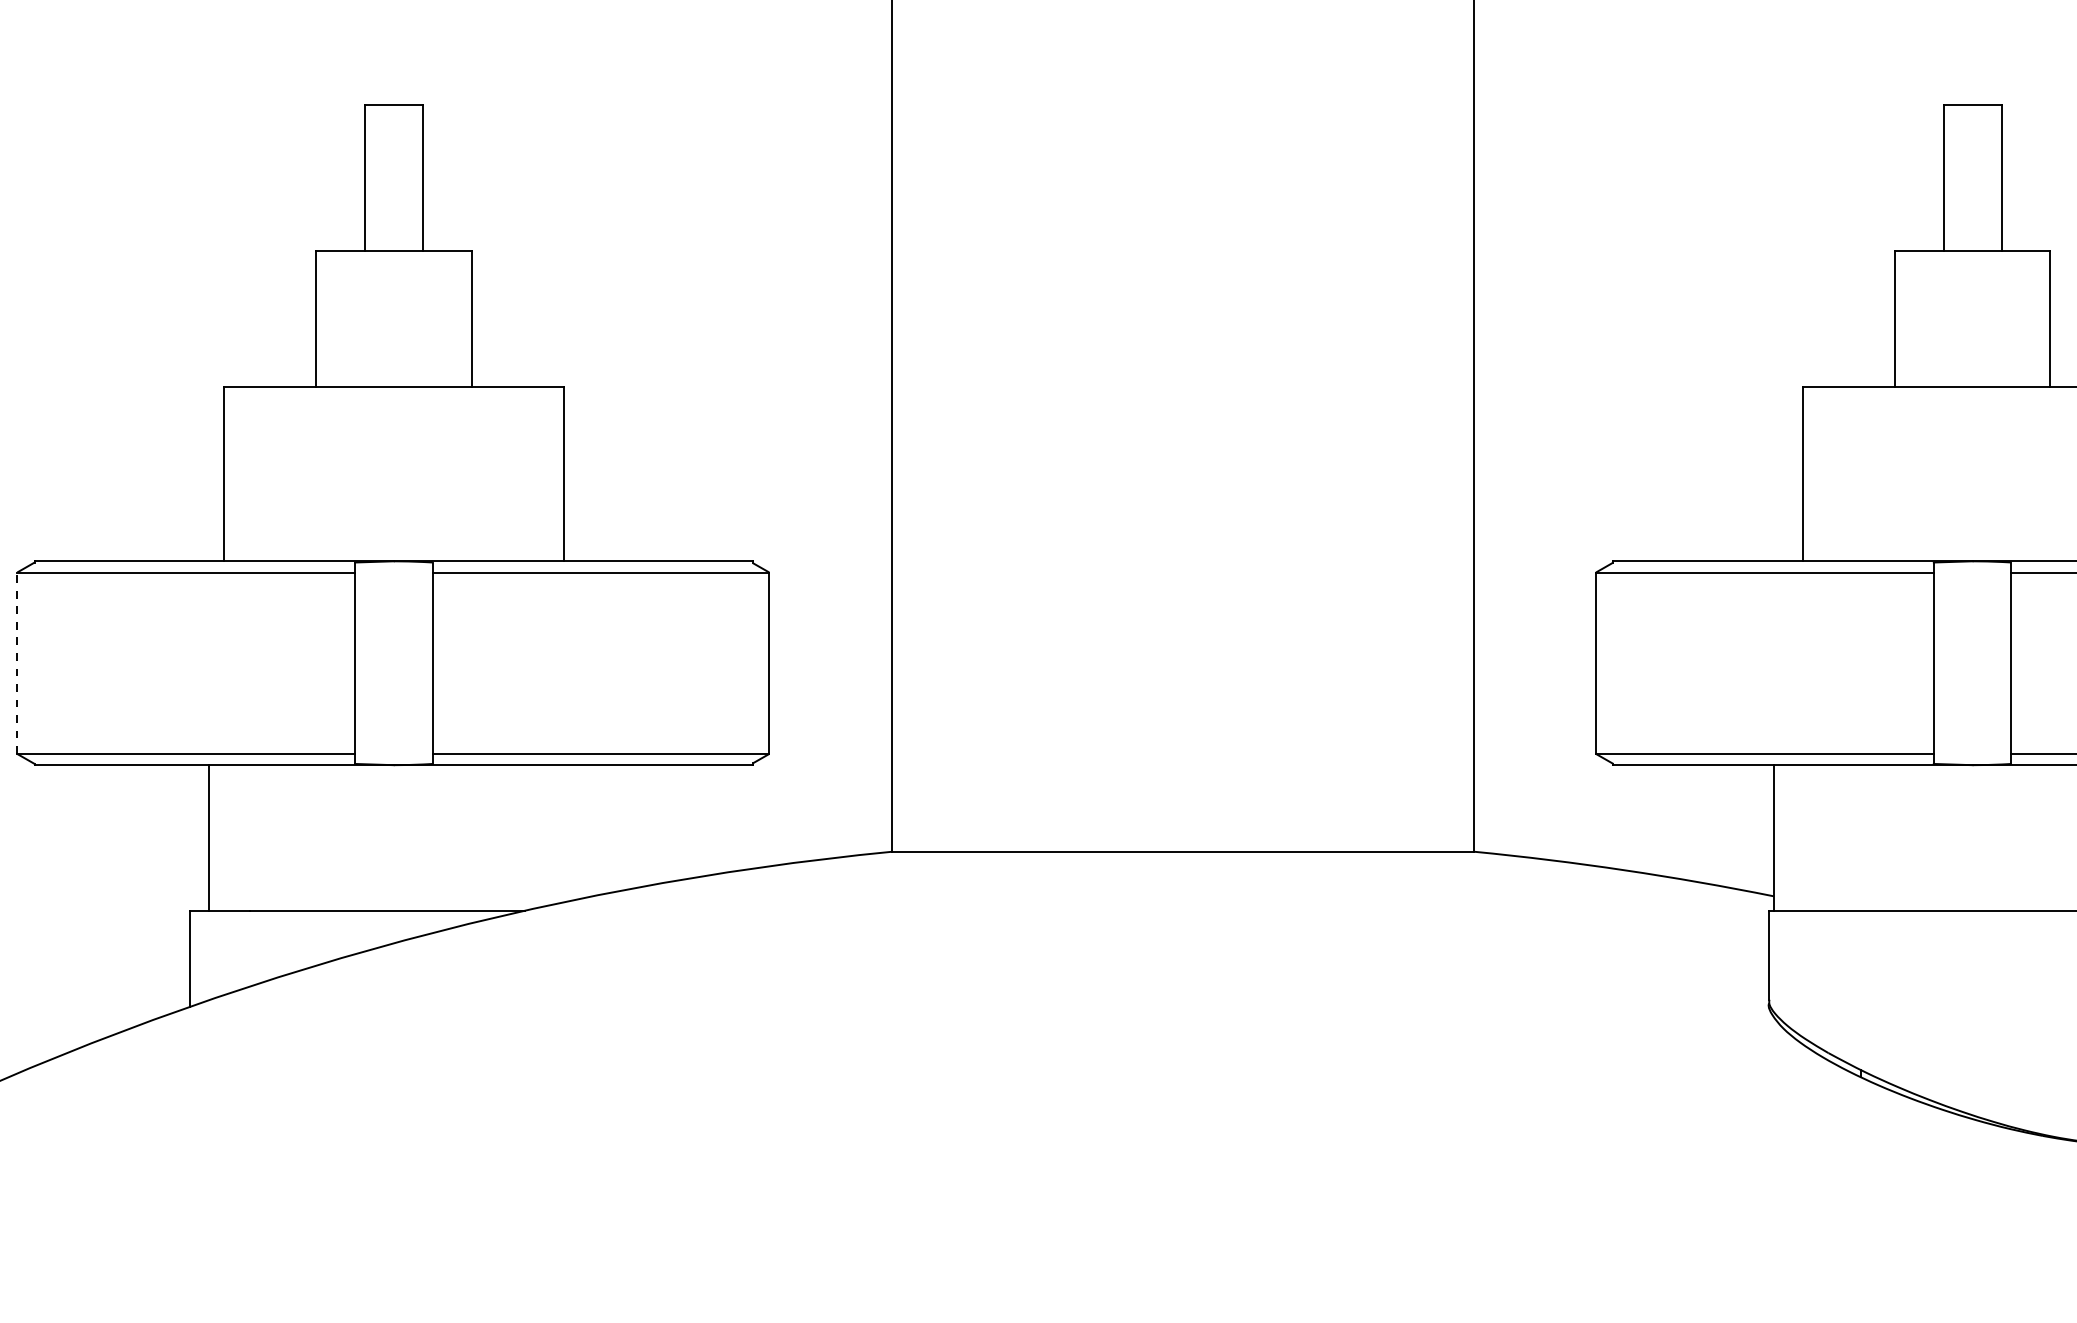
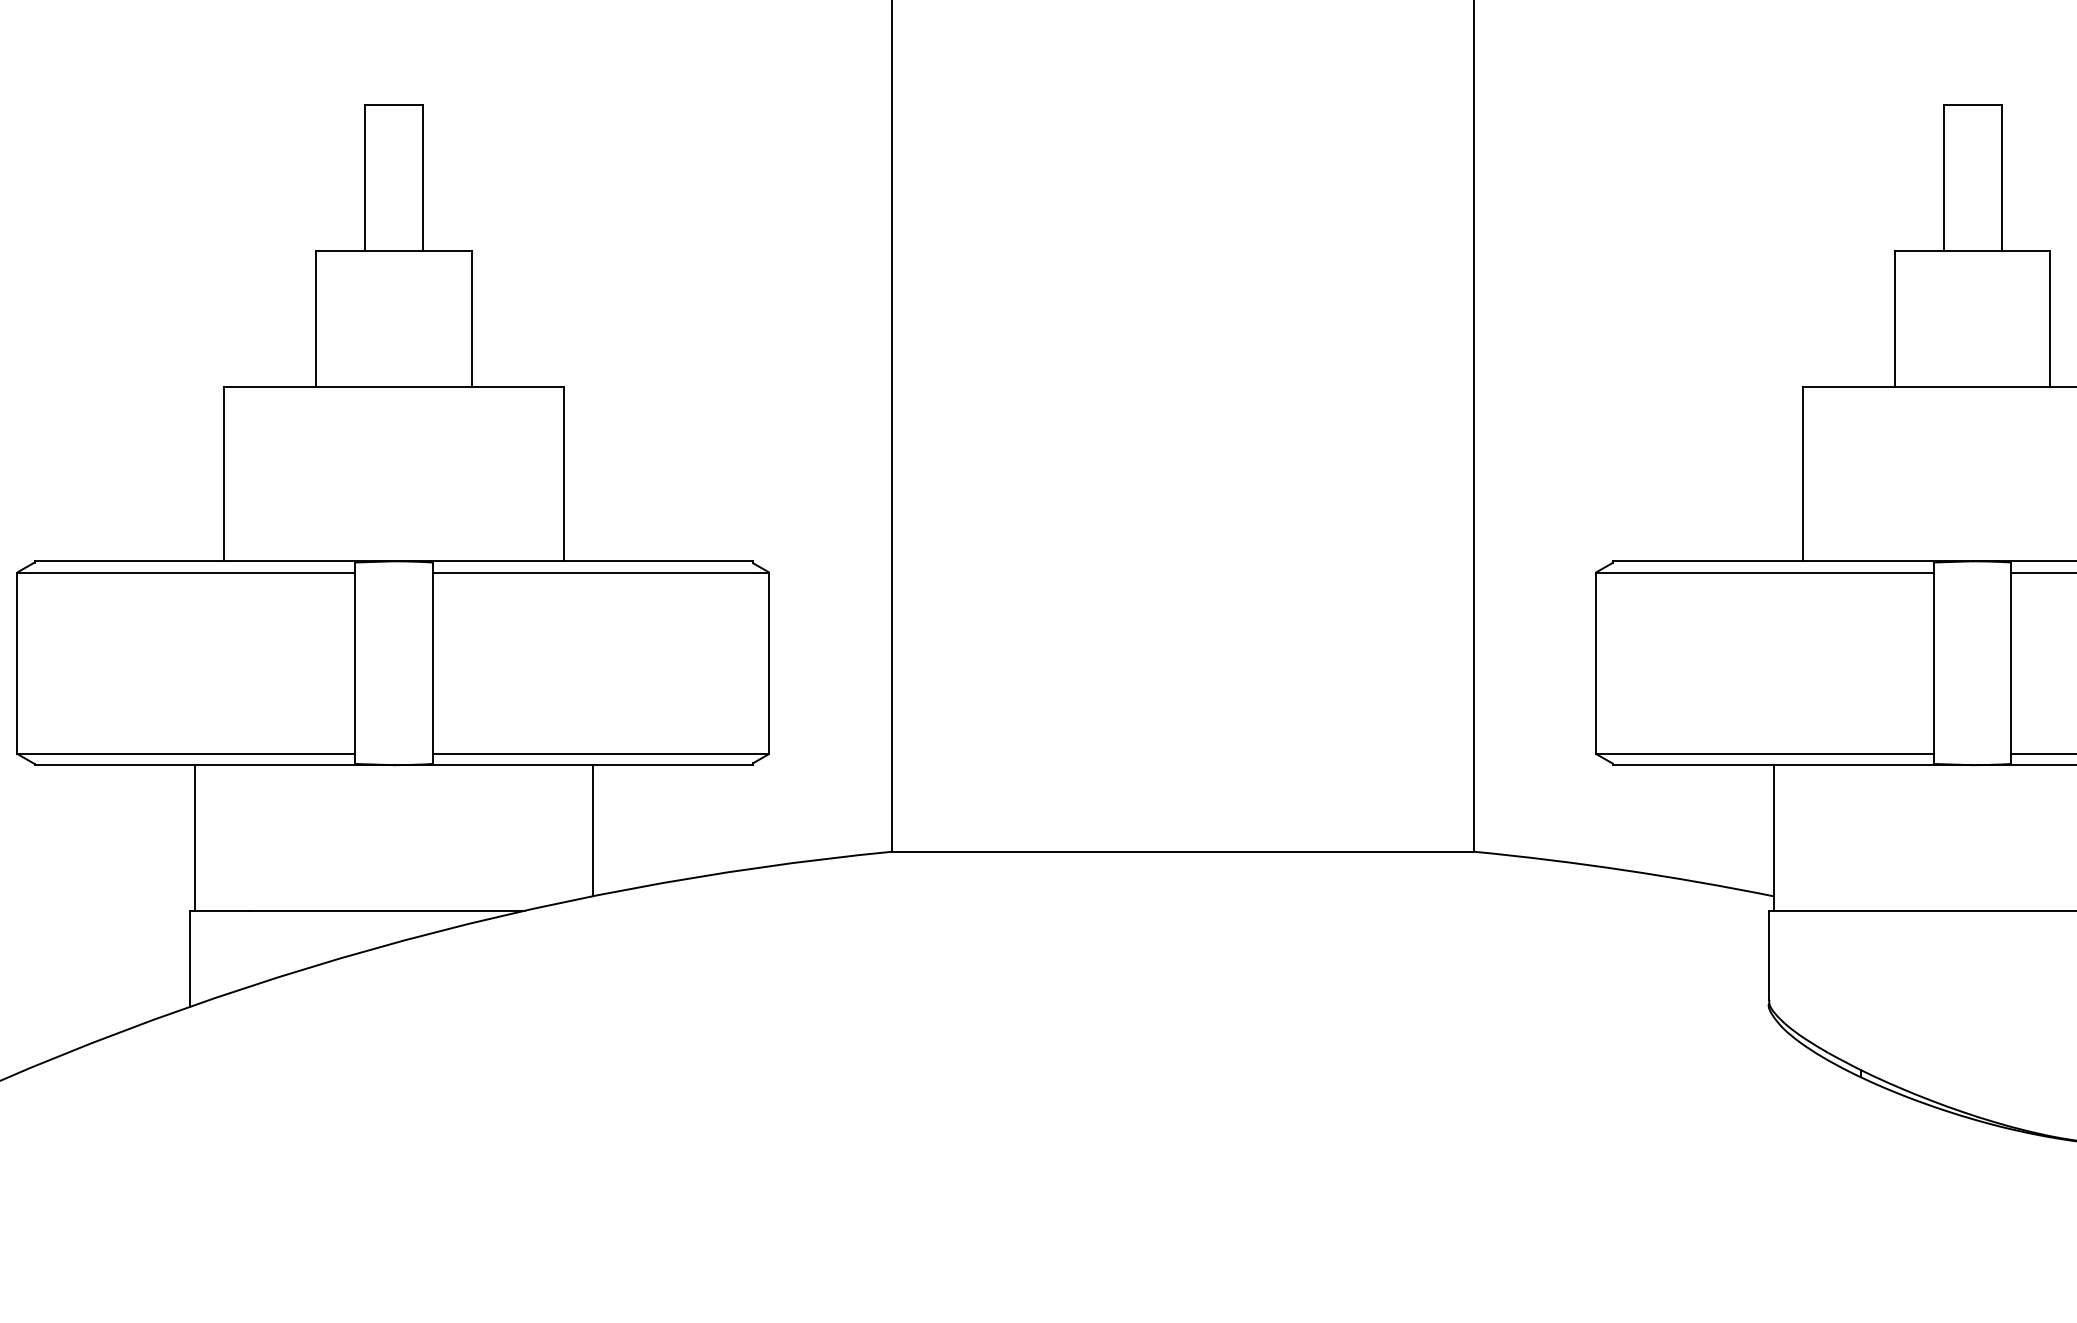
line at (17, 663): dashed -> solid
line at (592, 830): none -> present
line at (208, 837) position: (208, 837) -> (194, 837)
